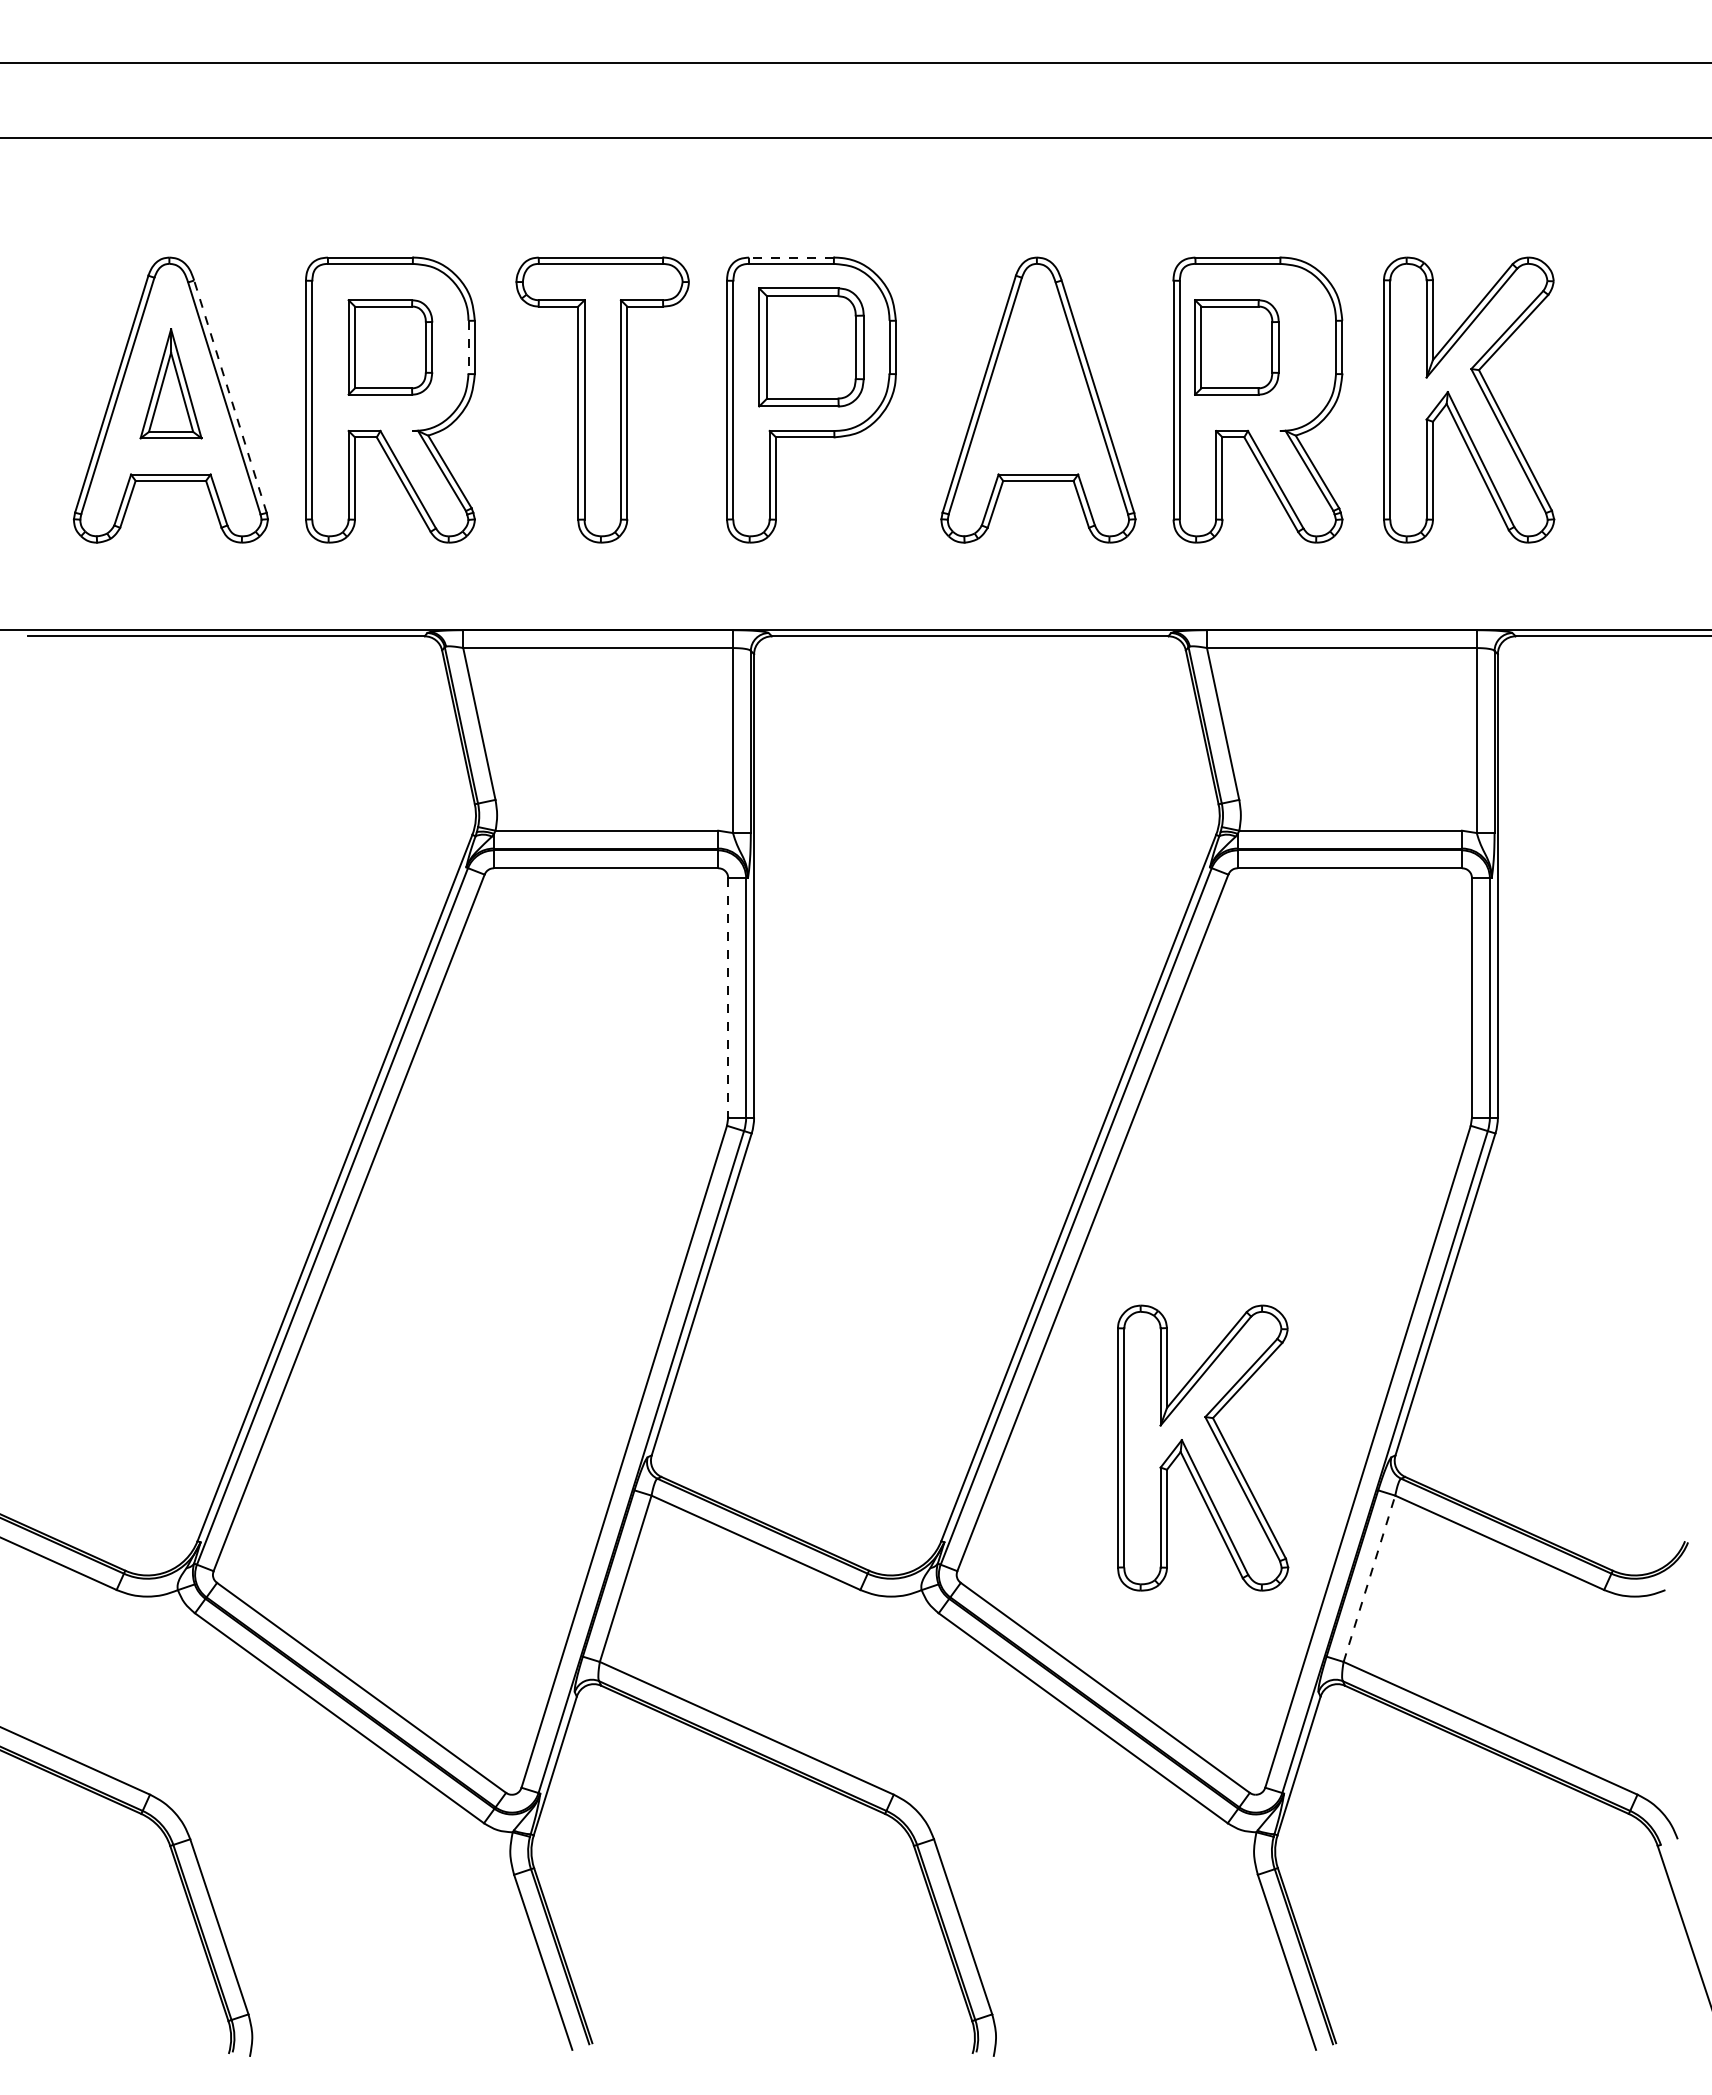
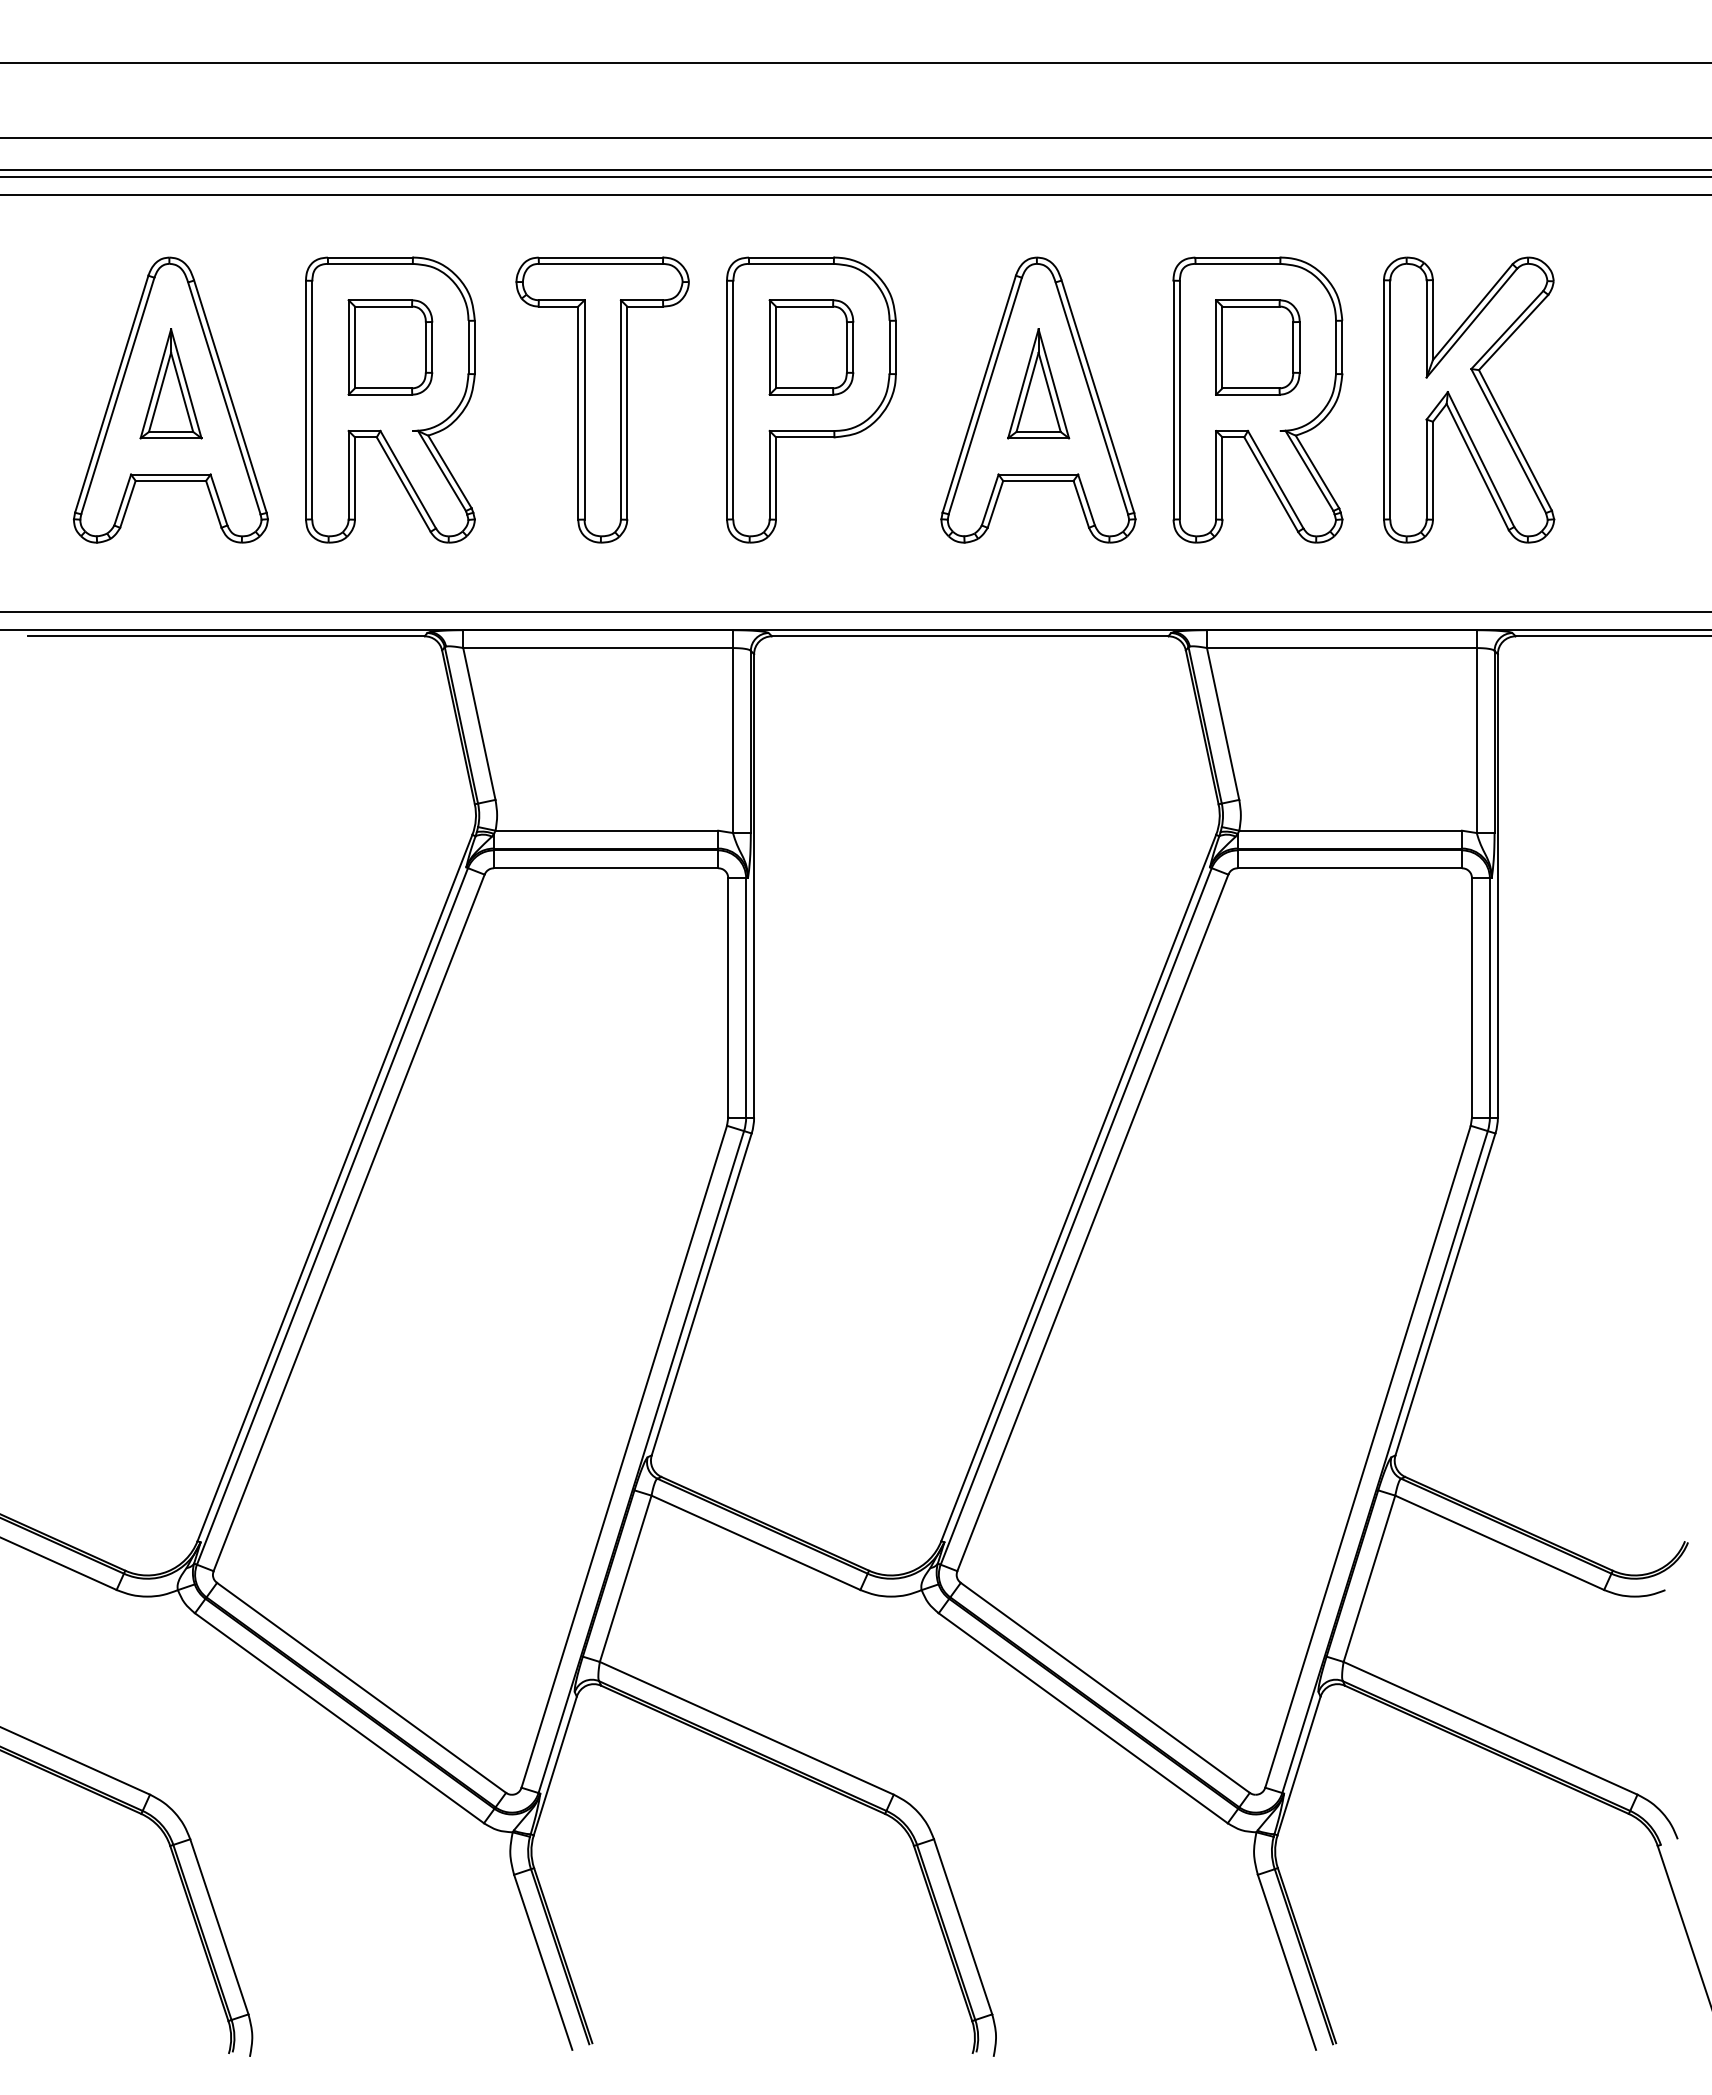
line at (855, 170): none -> present
line at (855, 176): none -> present
line at (855, 194): none -> present
line at (791, 257): dashed -> solid
line at (468, 347): dashed -> solid
part at (811, 347) size: 107x121 px -> 87x97 px
part at (1236, 347) position: (1236, 347) -> (1257, 347)
part at (1038, 383): none -> present
line at (230, 396): dashed -> solid
line at (855, 612): none -> present
line at (728, 997): dashed -> solid
part at (1203, 1447): present -> none
line at (1369, 1578): dashed -> solid
